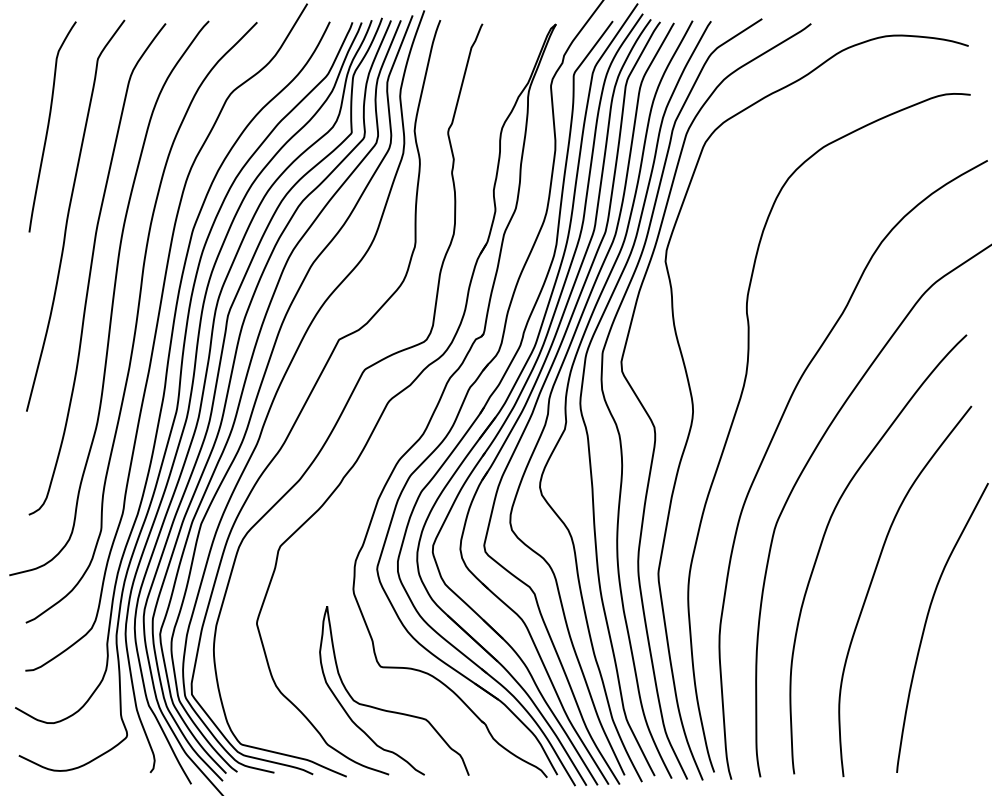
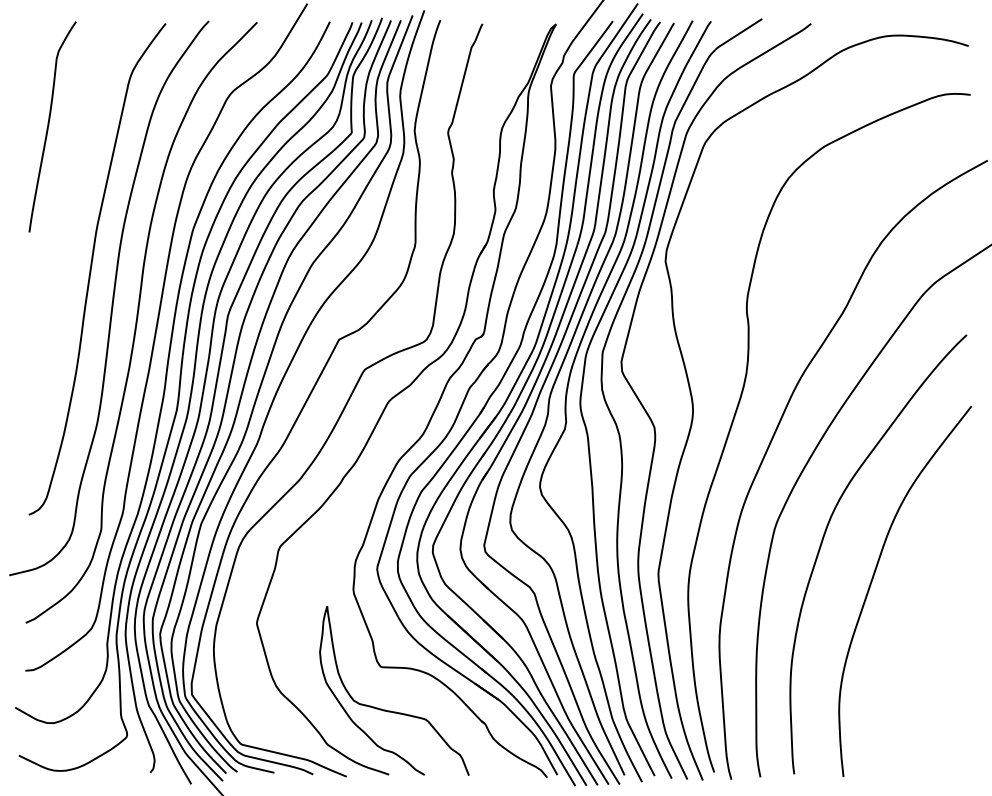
curve at (69, 214): present -> none
curve at (926, 624): present -> none
